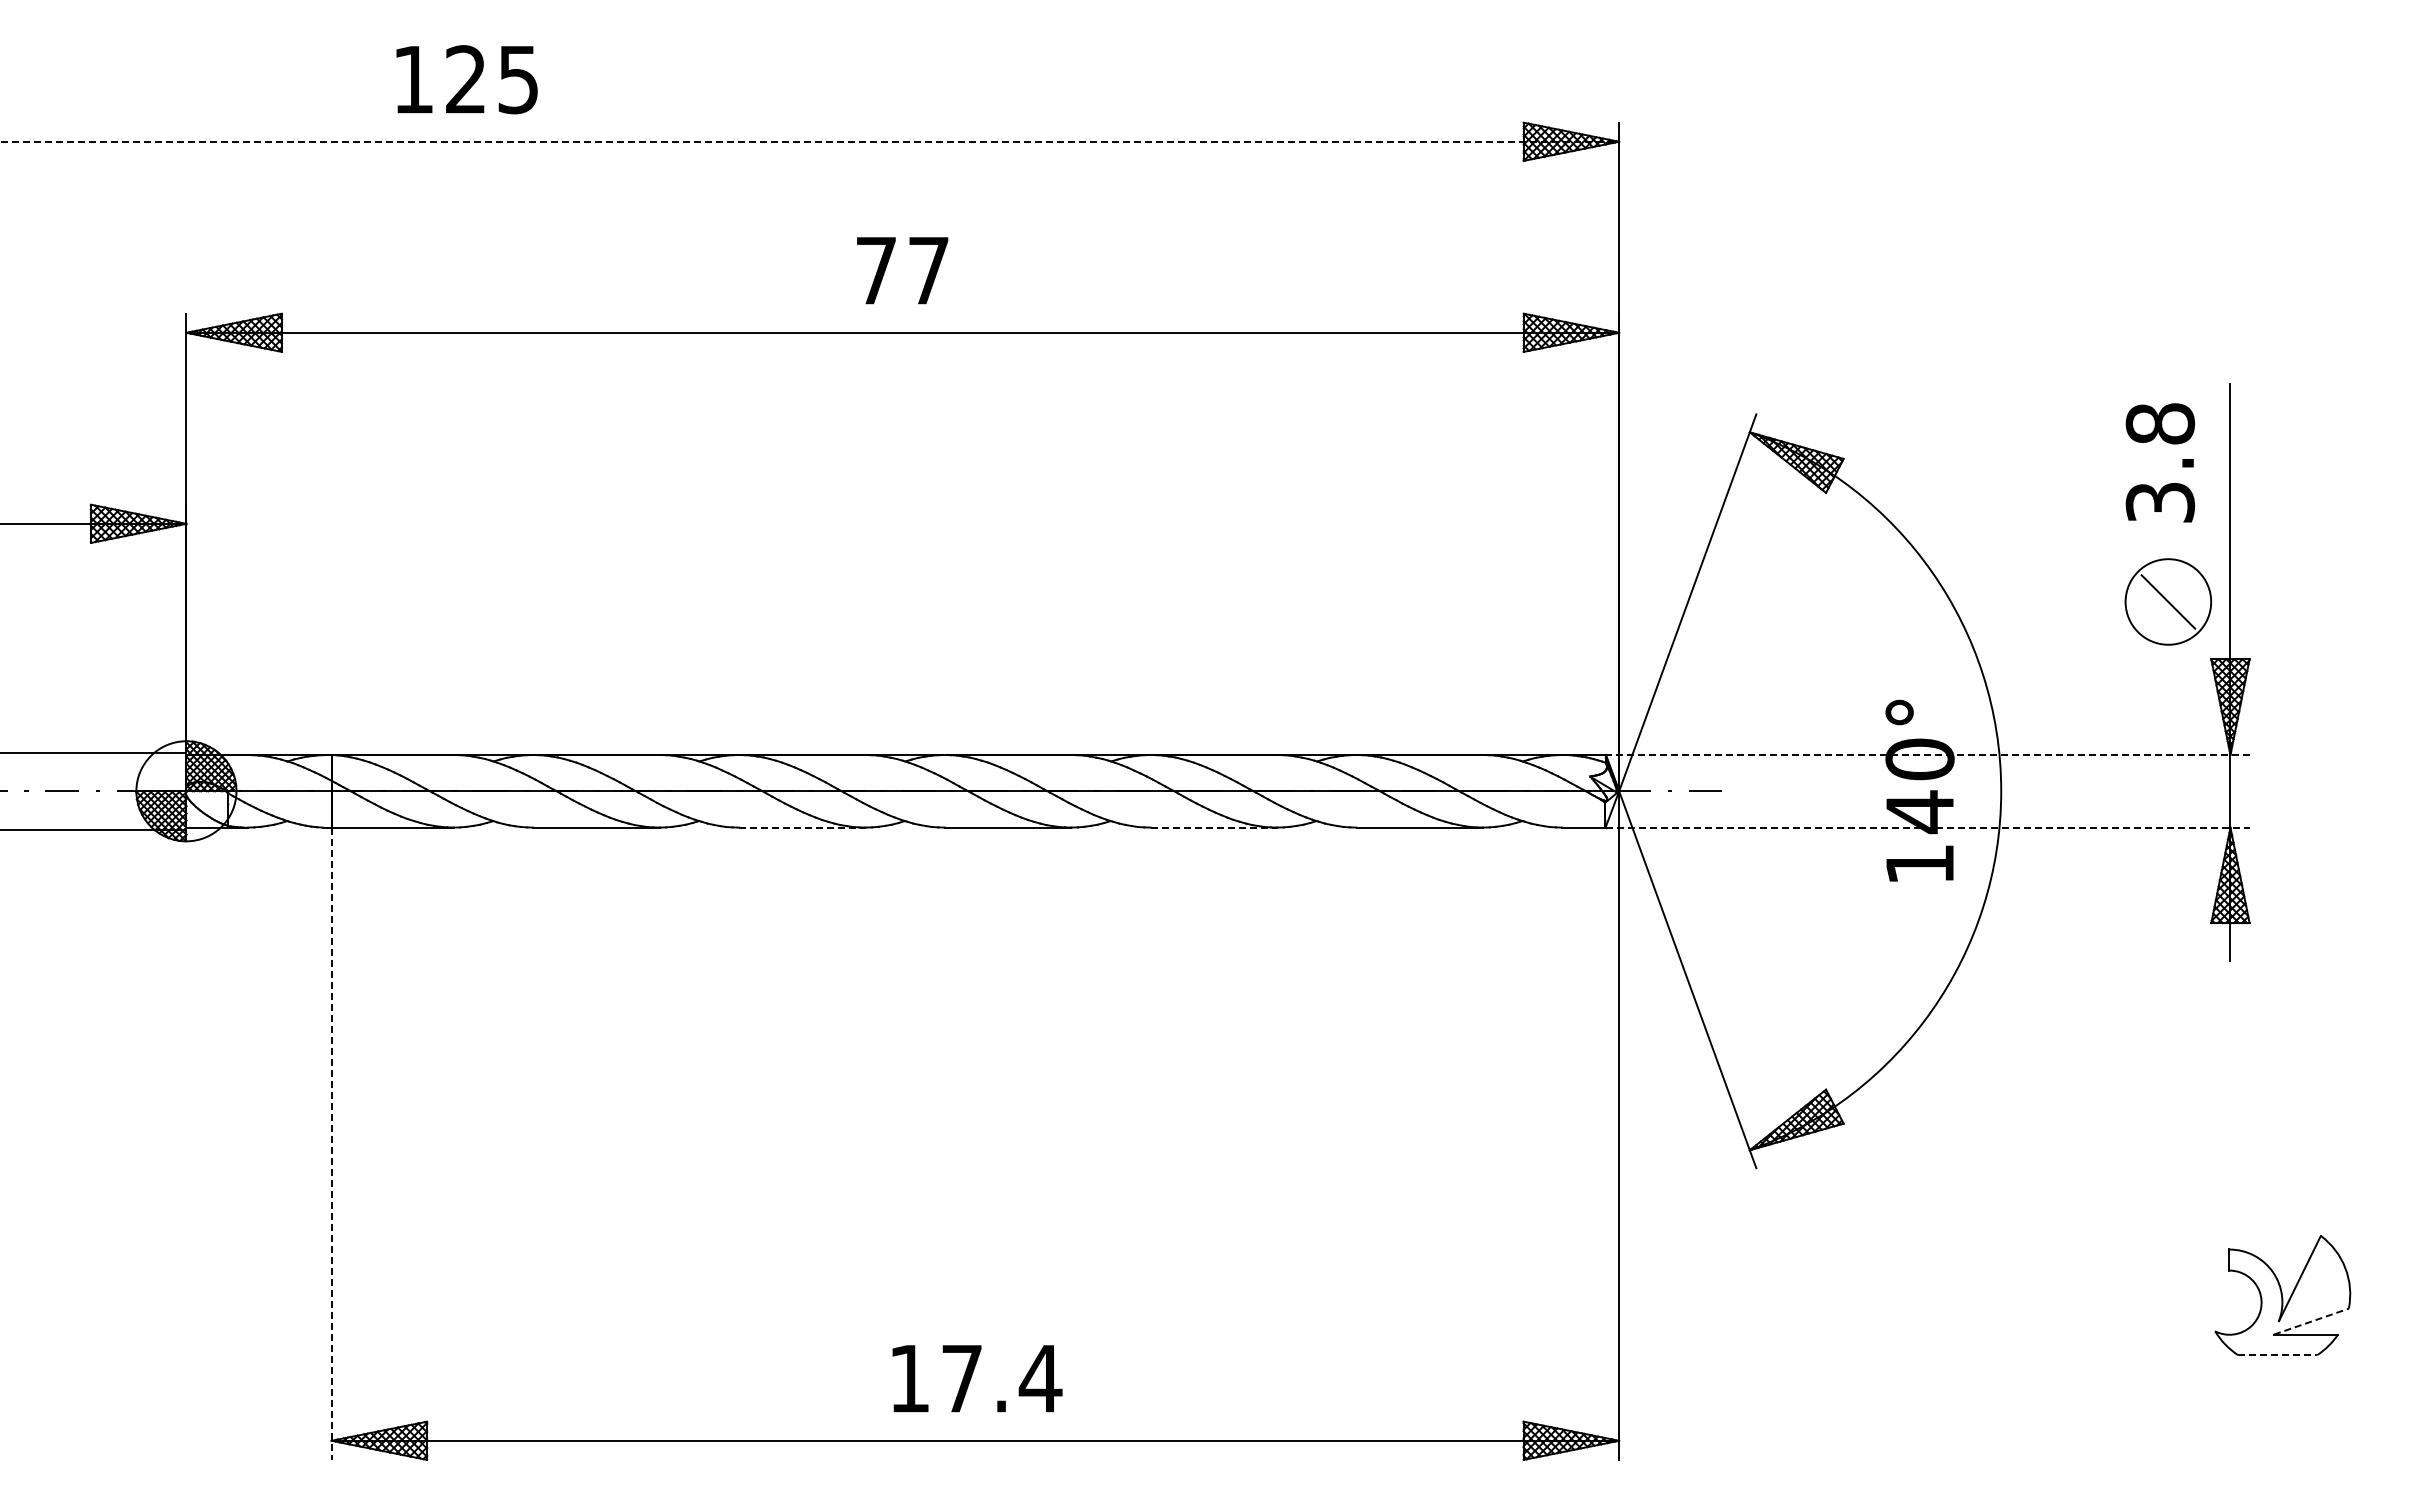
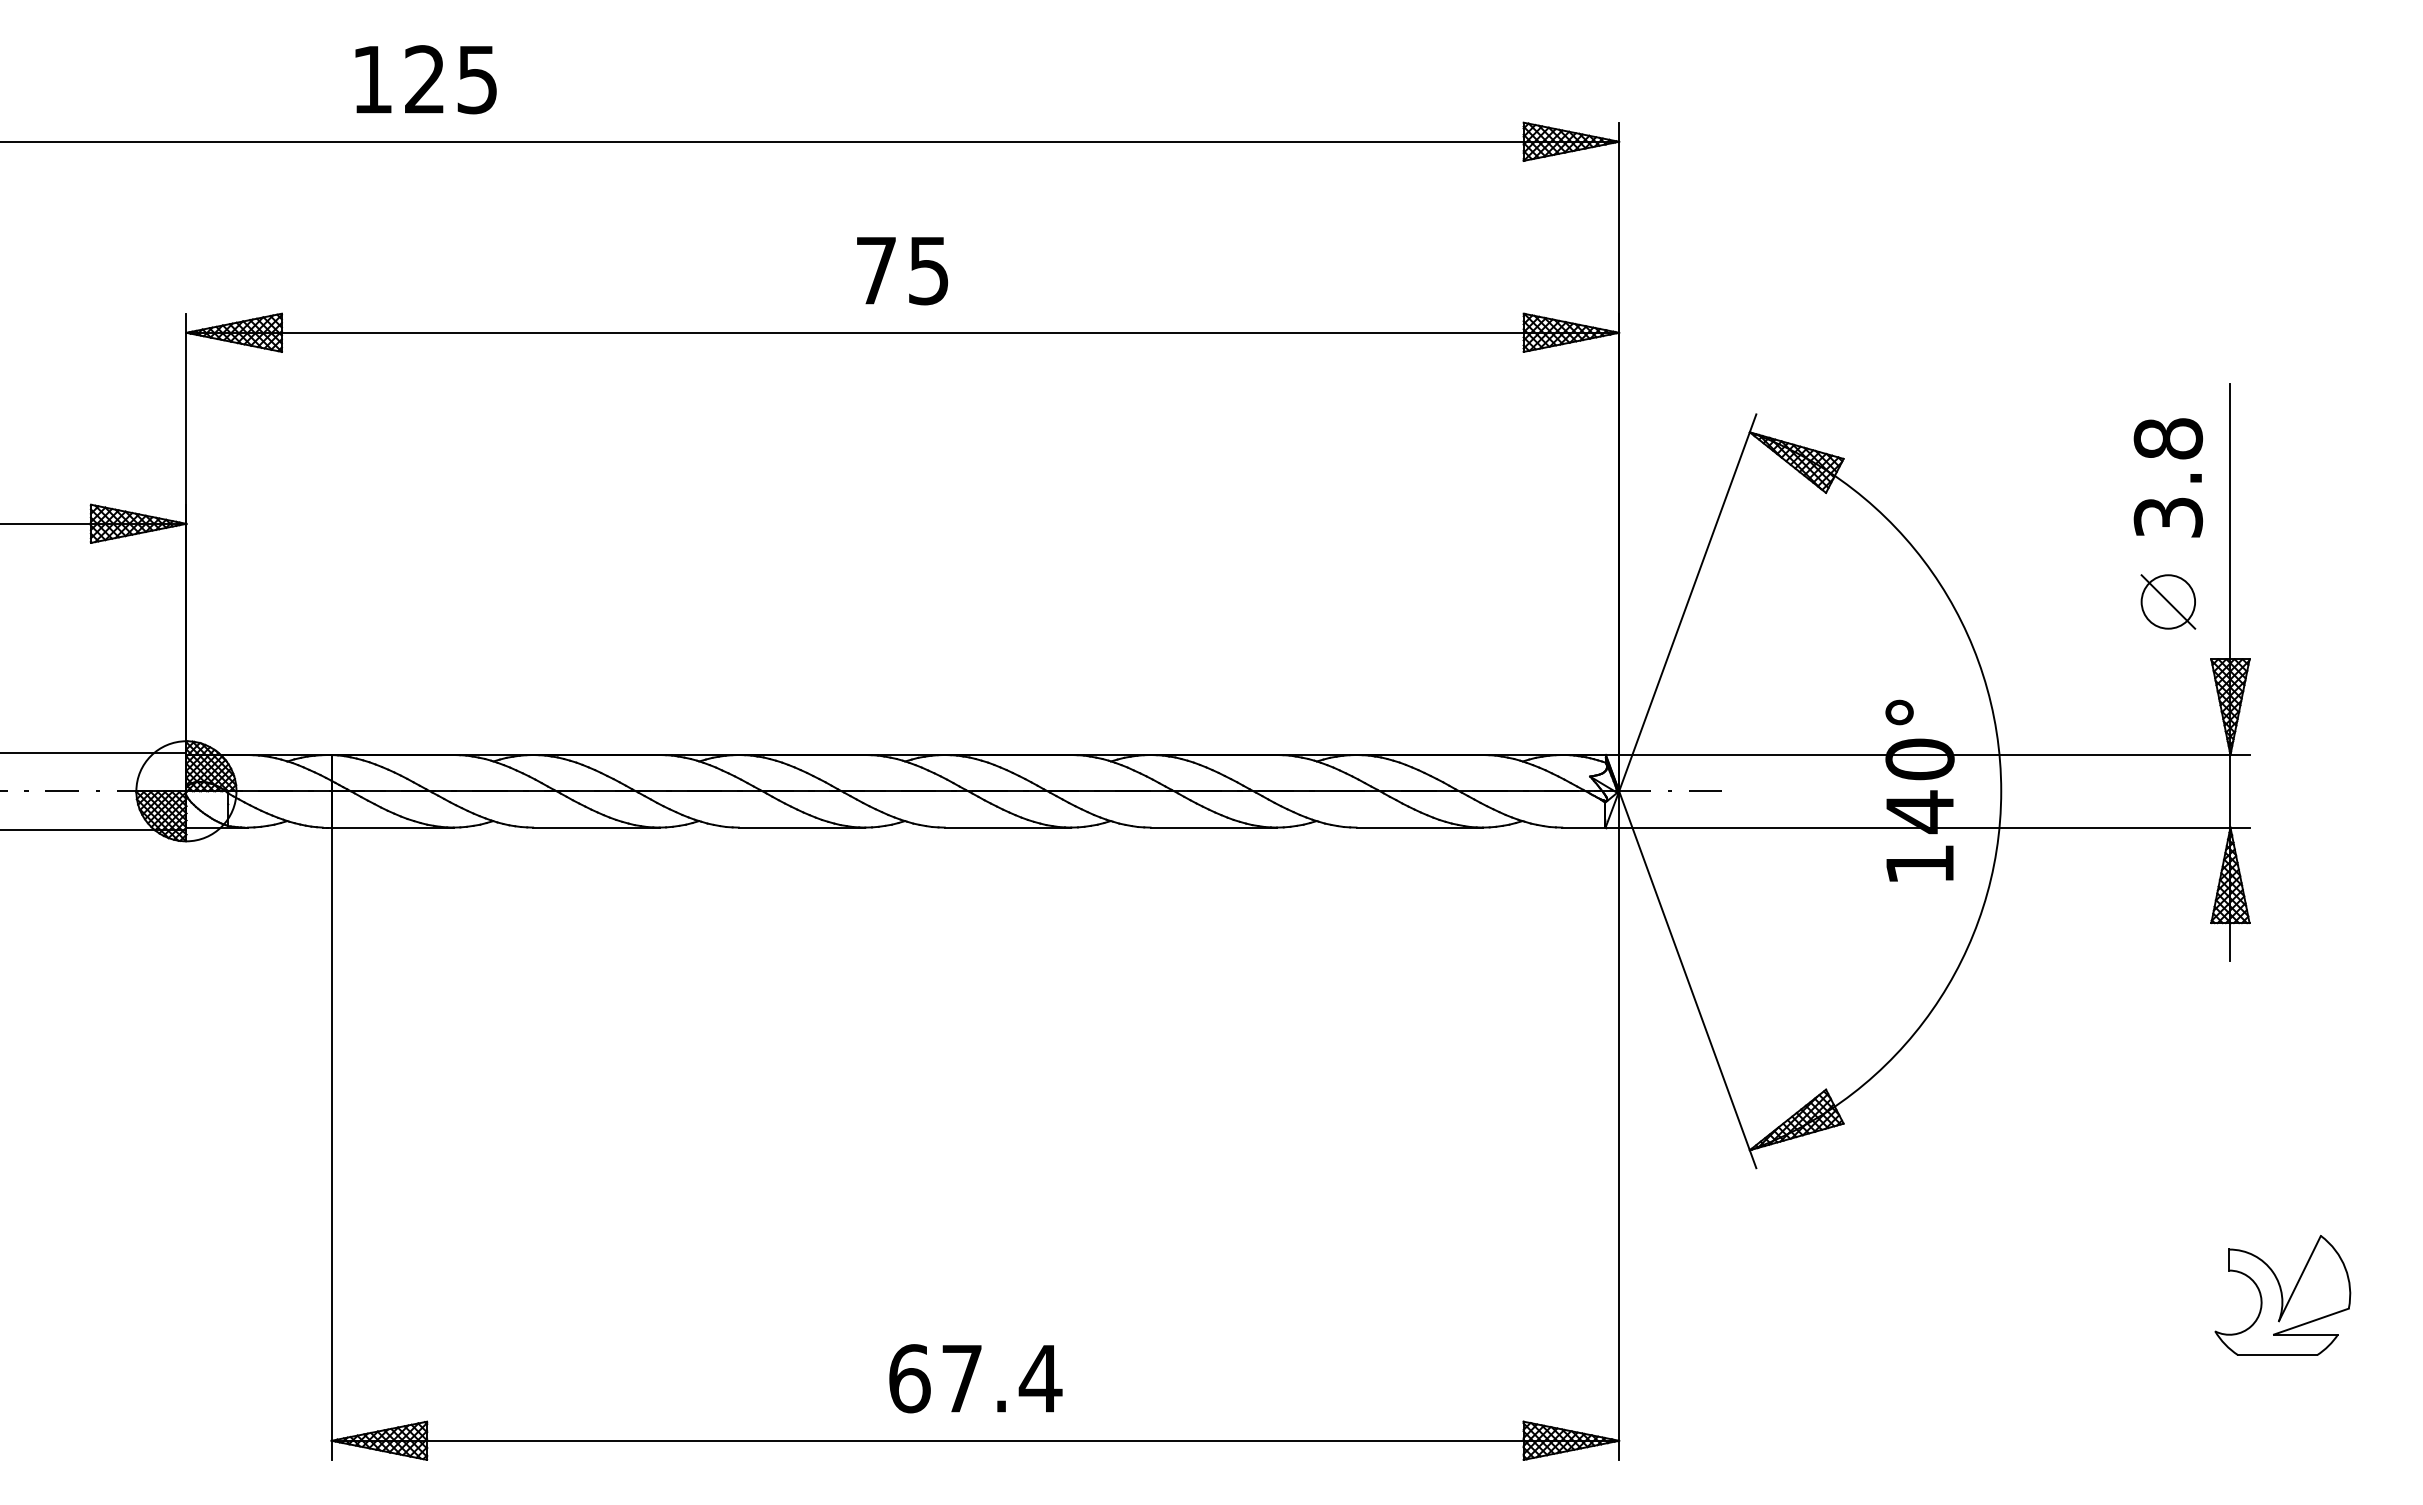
text at (466, 79) position: (466, 79) -> (425, 79)
line at (810, 141): dashed -> solid
text at (928, 271): 77 -> 75
text at (2159, 462) position: (2159, 462) -> (2167, 477)
circle at (2168, 601) diameter: 86 px -> 53 px
line at (1927, 755): dashed -> solid
line at (802, 827): dashed -> solid
line at (1214, 827): dashed -> solid
line at (1927, 827): dashed -> solid
line at (331, 1144): dashed -> solid
line at (2311, 1321): dashed -> solid
line at (2277, 1355): dashed -> solid
text at (909, 1378): 17.4 -> 67.4
